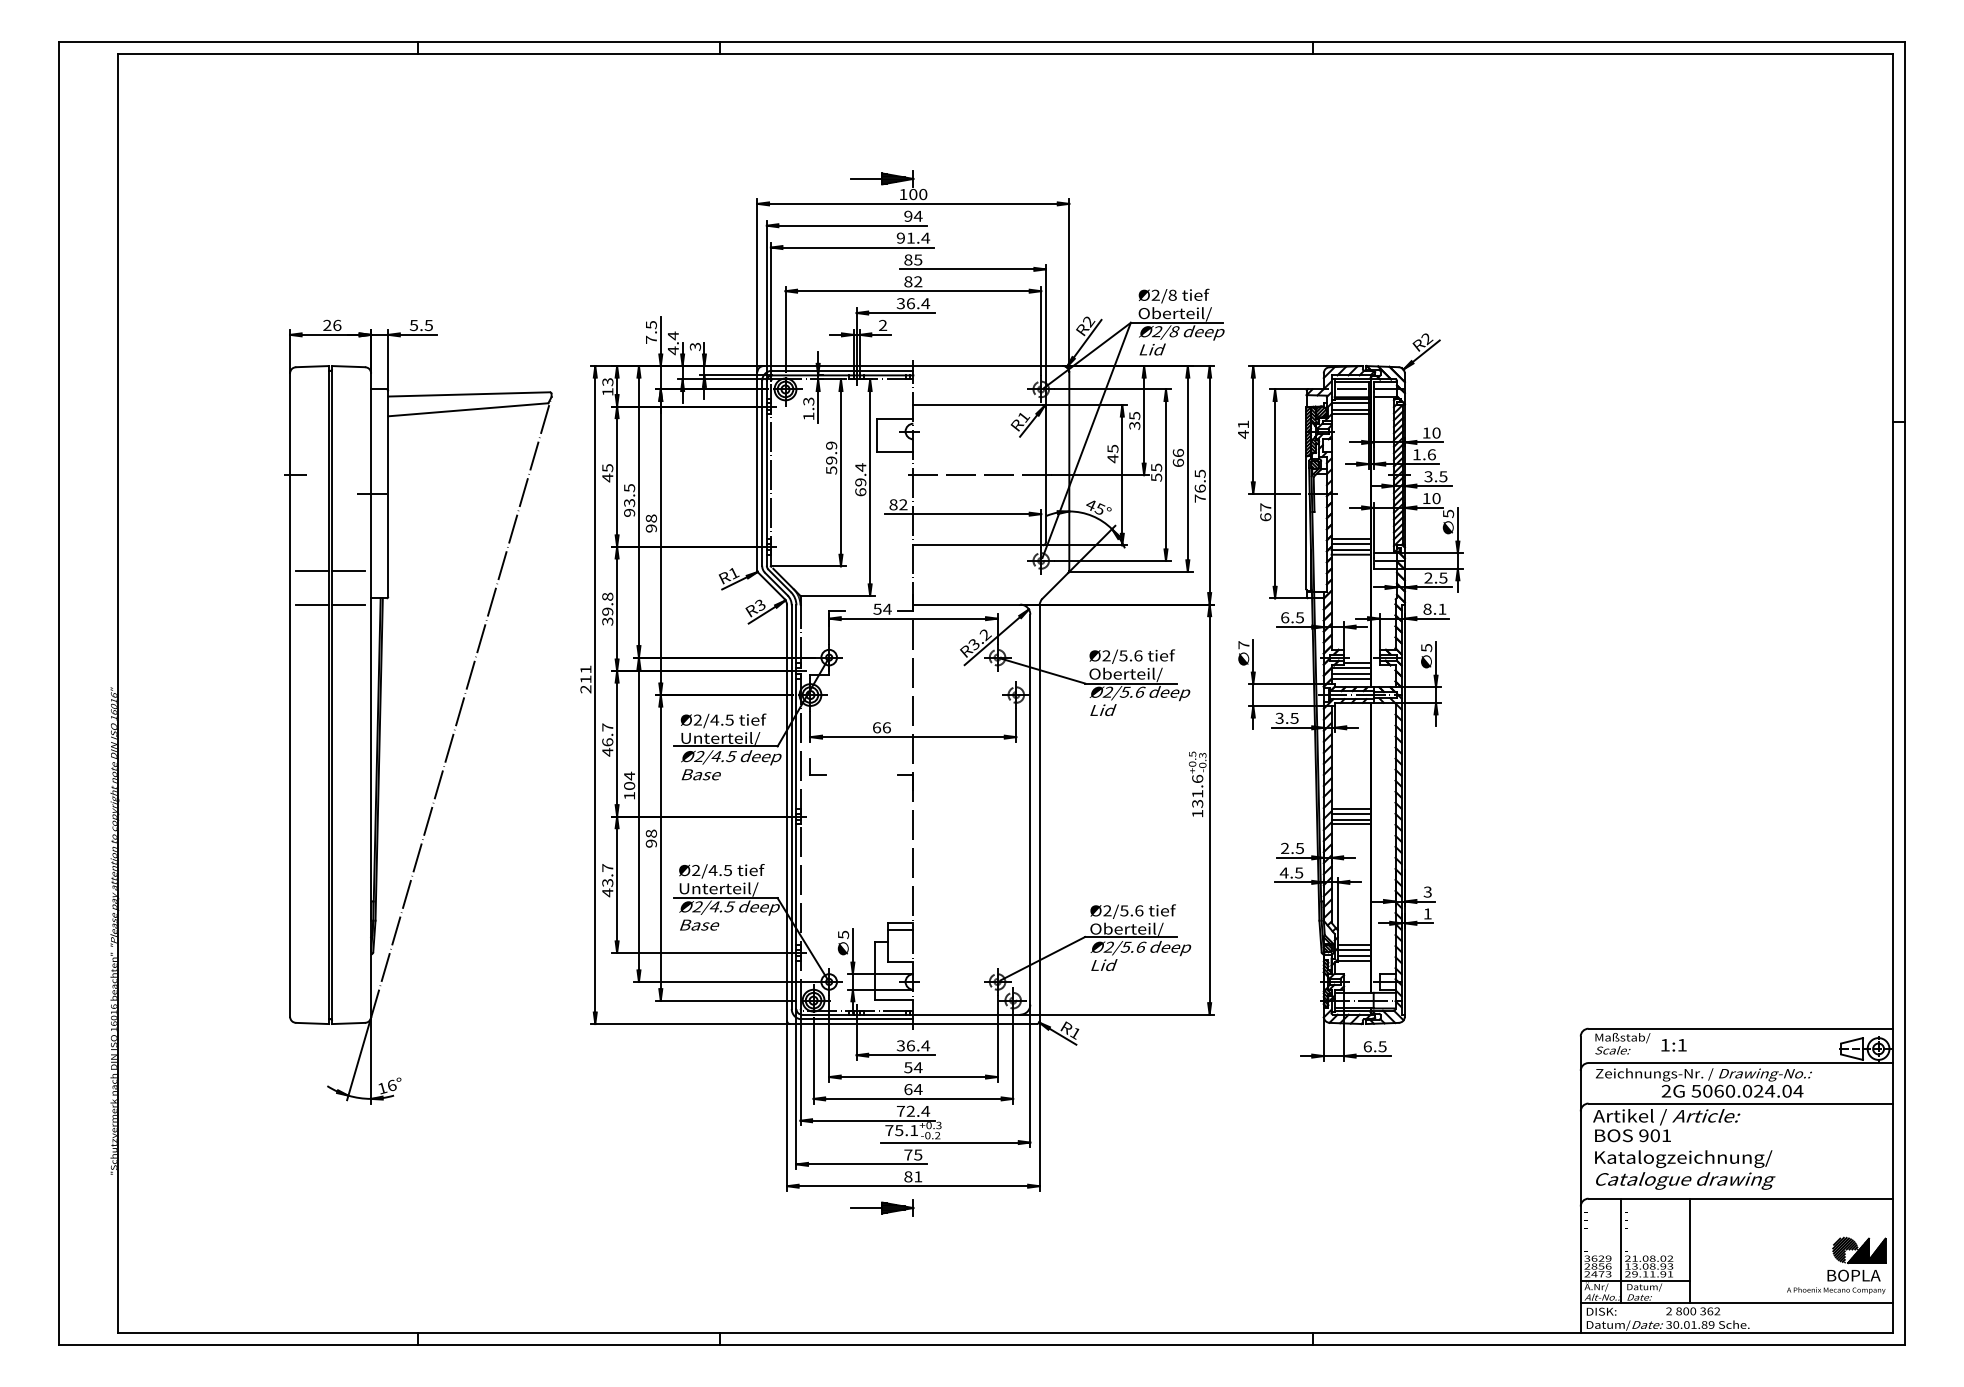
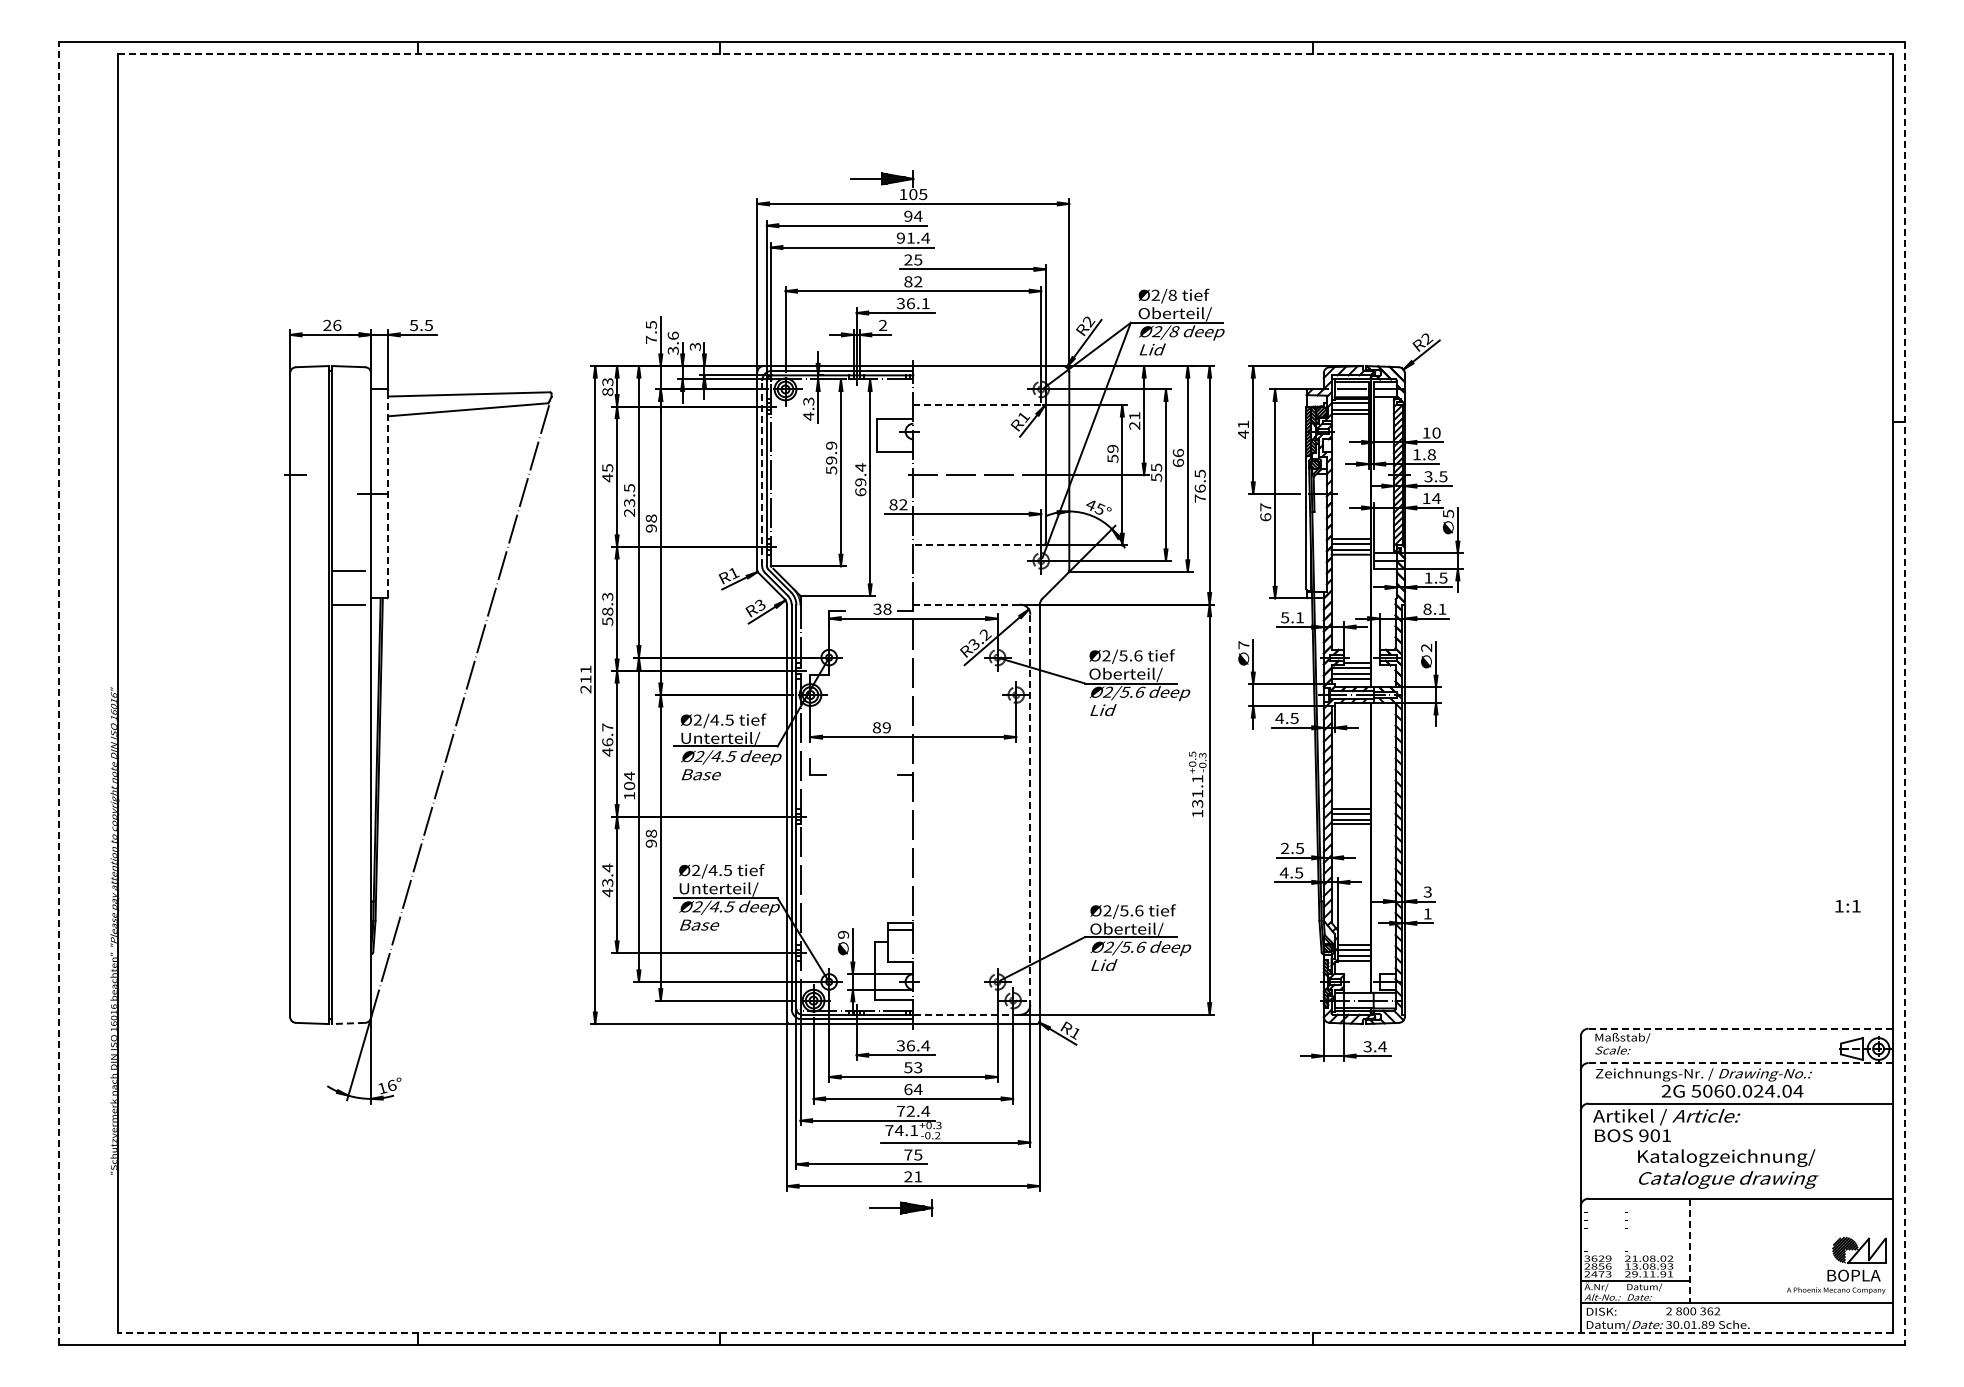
line at (1005, 54): solid -> dashed
text at (923, 193): 100 -> 105
text at (908, 259): 85 -> 25
text at (925, 303): 36.4 -> 36.1
text at (672, 343): 4.4 -> 3.6
text at (607, 392): 13 -> 83
line at (978, 405): solid -> dashed
text at (808, 416): 1.3 -> 4.3
text at (1134, 420): 35 -> 21
text at (1112, 453): 45 -> 59
text at (1431, 454): 1.6 -> 1.8
line at (762, 472): solid -> dashed
line at (388, 493): solid -> dashed
text at (1436, 498): 10 -> 14
text at (629, 512): 93.5 -> 23.5
line at (978, 545): solid -> dashed
line at (312, 570): present -> none
text at (1428, 577): 2.5 -> 1.5
line at (967, 604): solid -> dashed
line at (312, 605): present -> none
text at (607, 608): 39.8 -> 58.3
text at (882, 608): 54 -> 38
text at (1292, 617): 6.5 -> 5.1
text at (1426, 647): 5 -> 2
line at (58, 693): solid -> dashed
line at (1905, 693): solid -> dashed
text at (1279, 717): 3.5 -> 4.5
text at (881, 727): 66 -> 89
text at (1197, 778): 131.6 -> 131.1
line at (1030, 810): solid -> dashed
text at (607, 867): 43.7 -> 43.4
text at (843, 934): 5 -> 9
line at (966, 1014): solid -> dashed
line at (348, 1023): solid -> dashed
line at (1740, 1028): solid -> dashed
text at (1673, 1045) position: (1673, 1045) -> (1847, 906)
text at (1374, 1046): 6.5 -> 3.4
line at (1740, 1063): solid -> dashed
text at (917, 1067): 54 -> 53
text at (898, 1130): 75.1 -> 74.1
text at (1685, 1169) position: (1685, 1169) -> (1728, 1168)
text at (908, 1176): 81 -> 21
part at (882, 1207) position: (882, 1207) -> (901, 1207)
line at (1621, 1250): present -> none
hatch at (1866, 1250): present -> none
line at (1689, 1251): solid -> dashed
line at (1004, 1332): solid -> dashed
